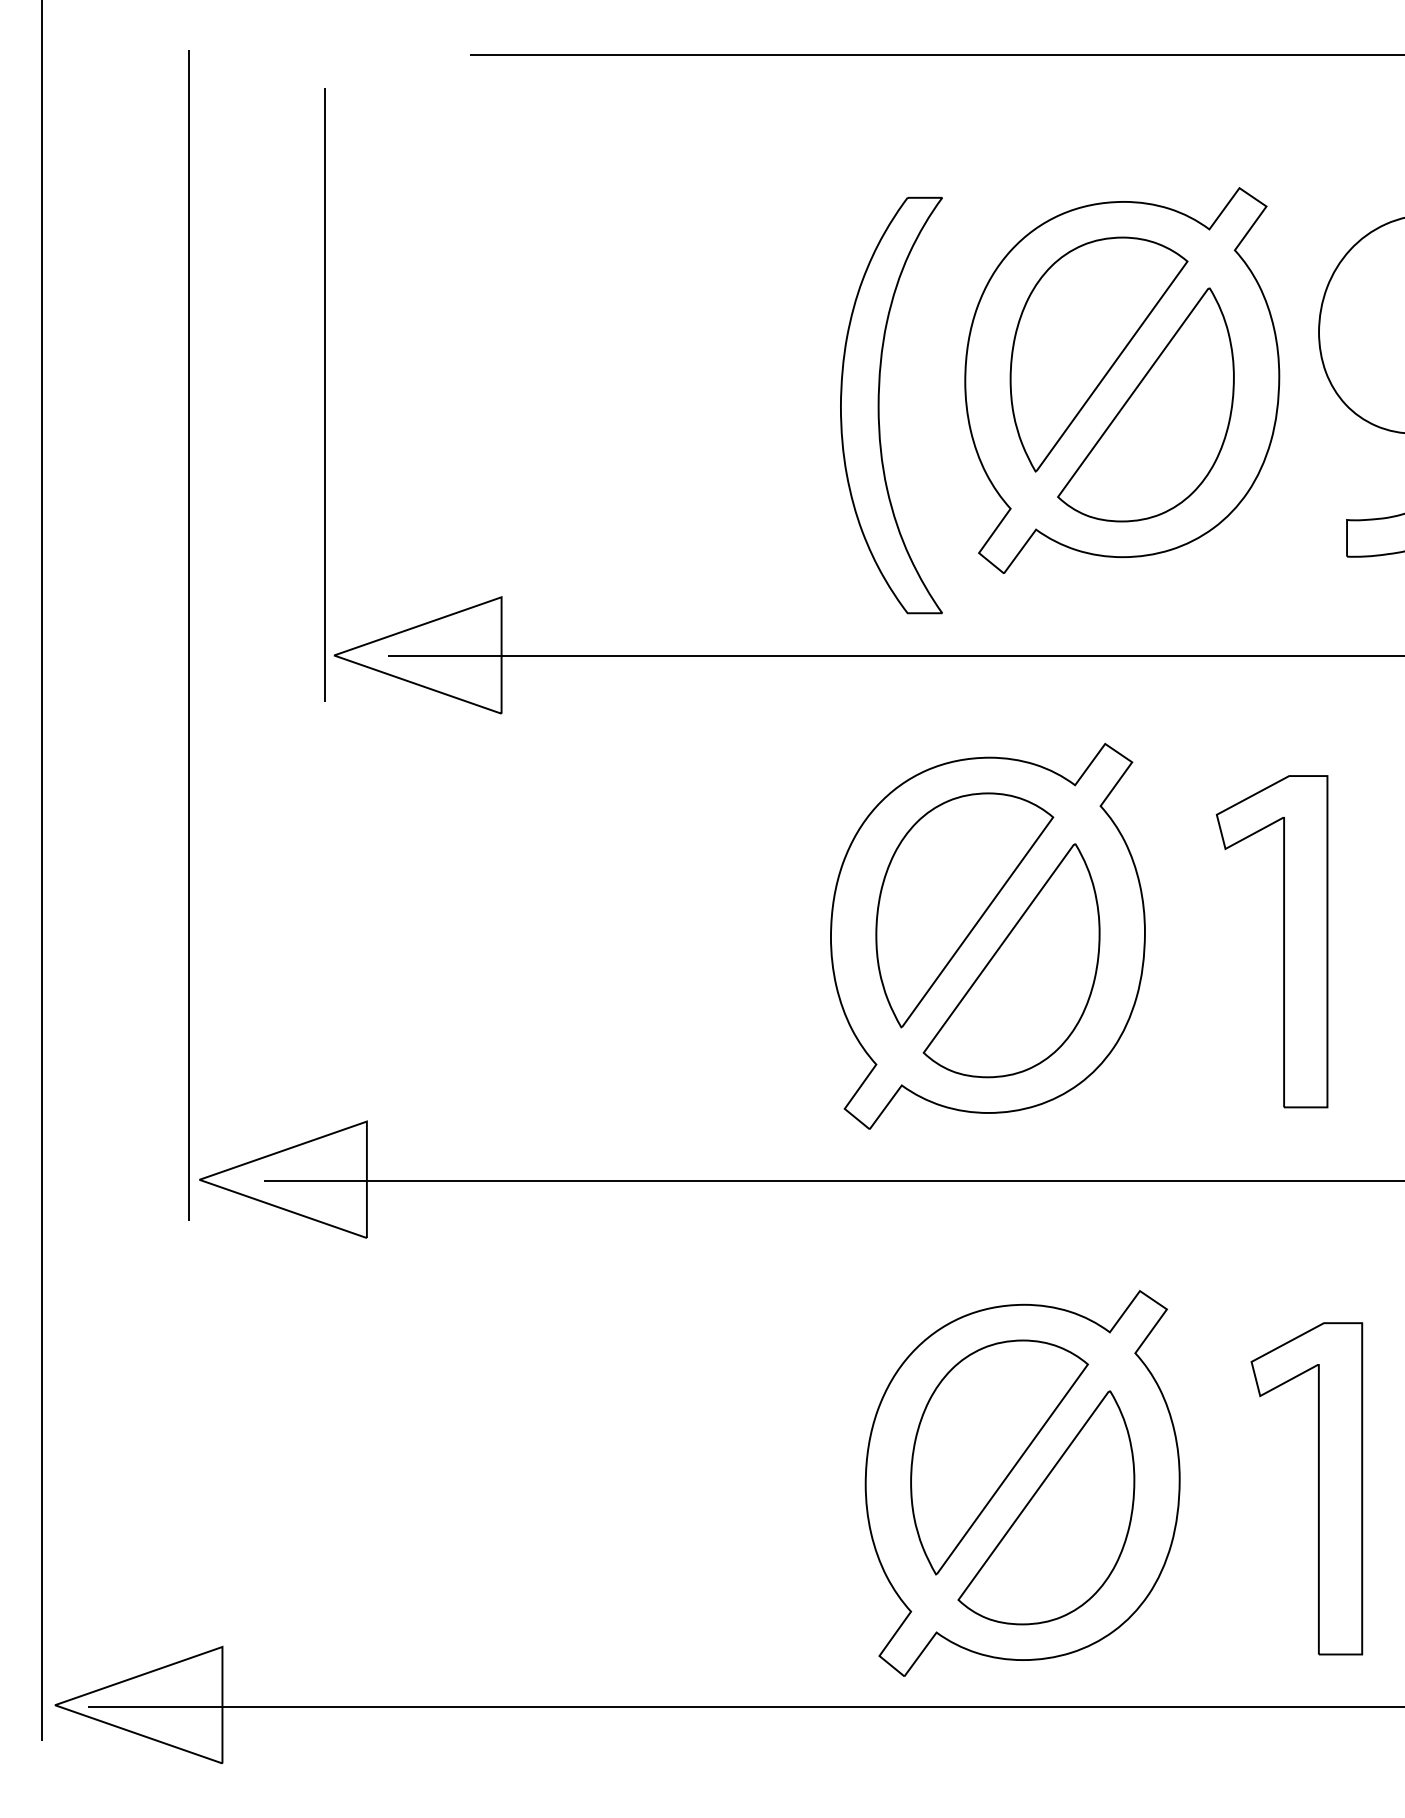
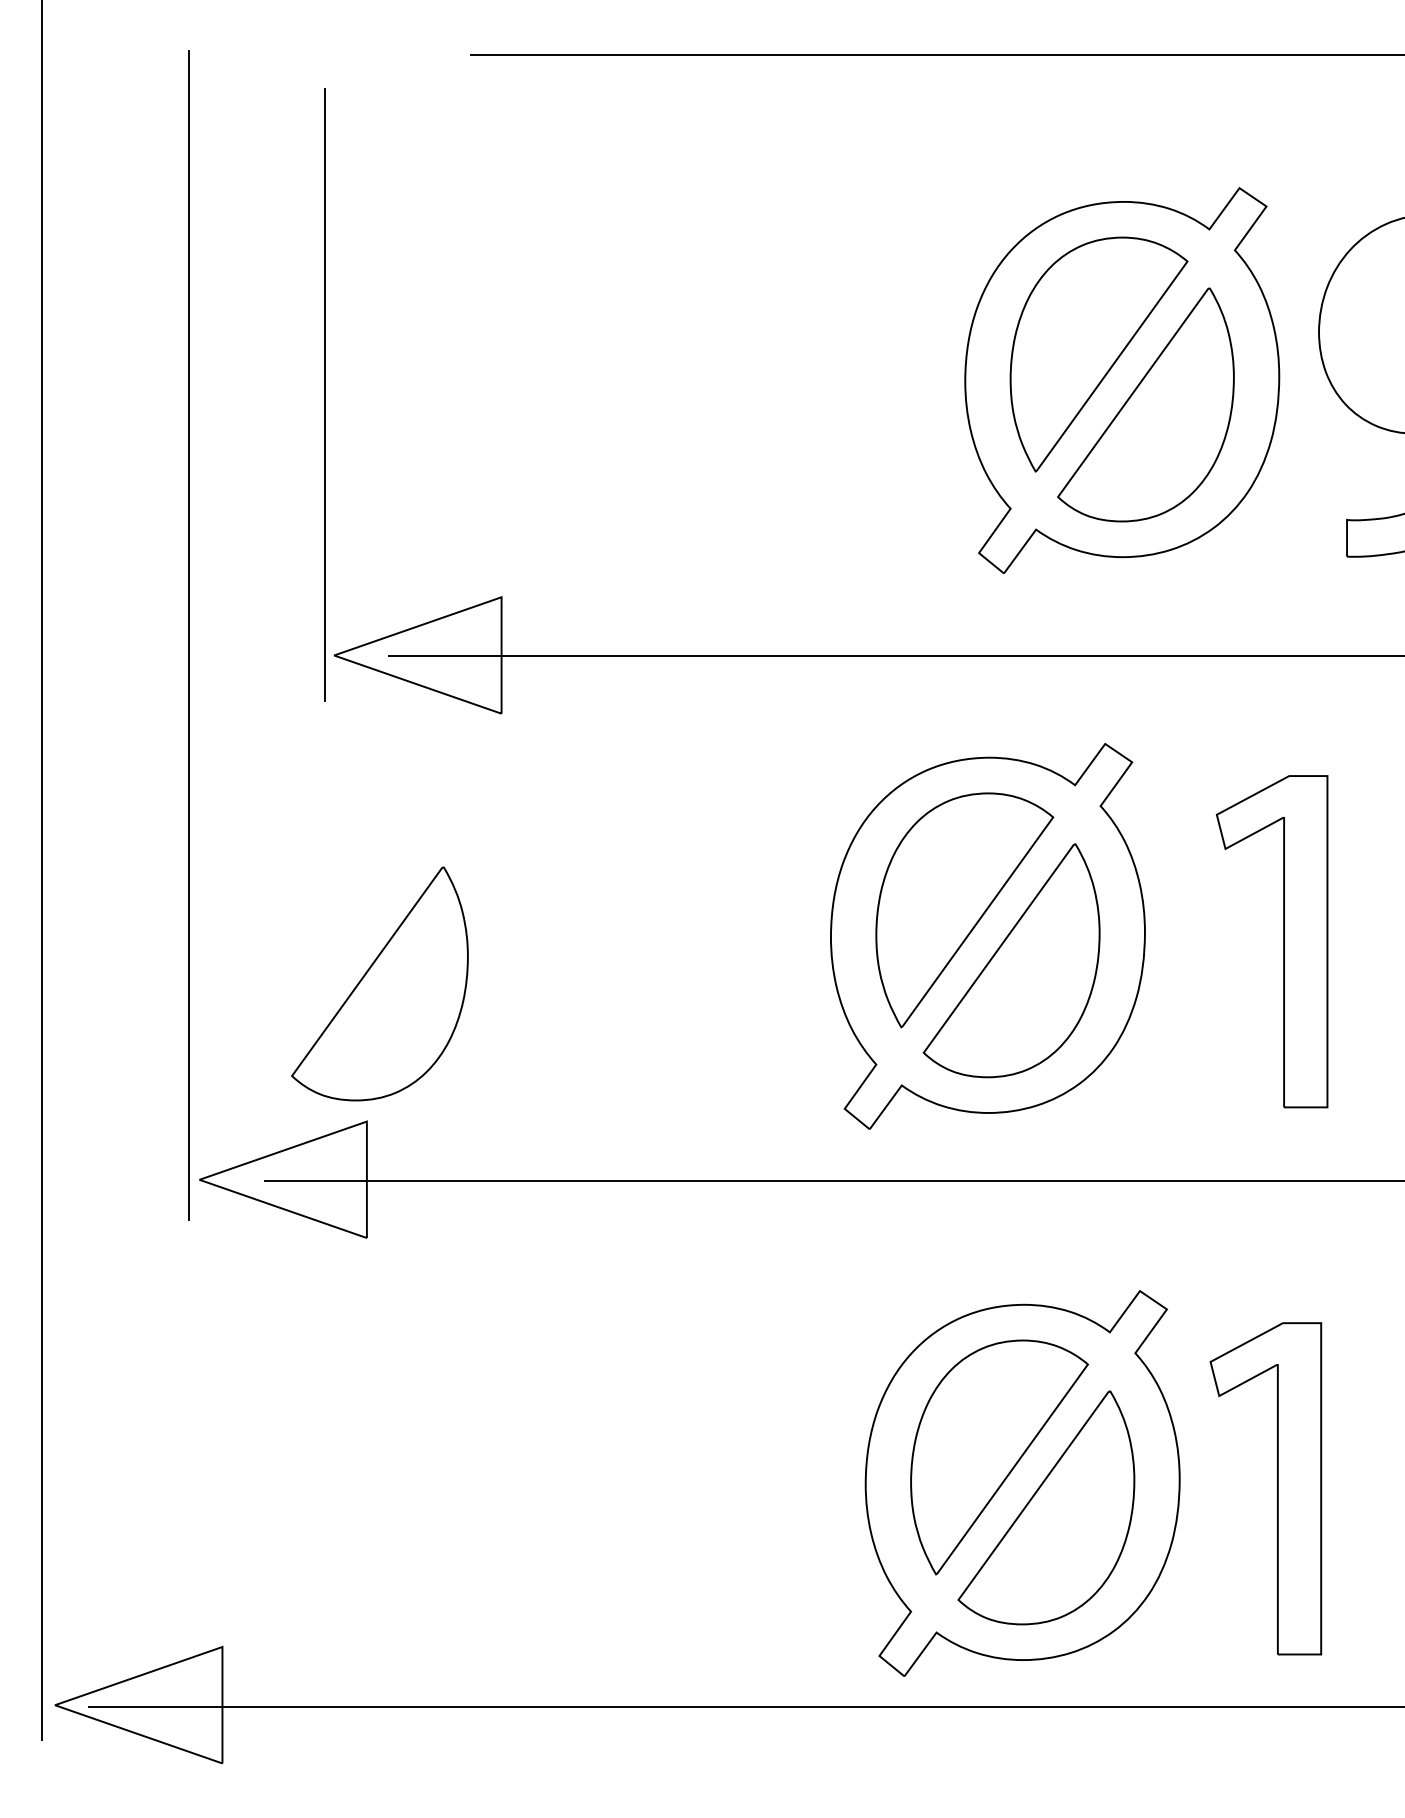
part at (879, 405): present -> none
part at (379, 983): none -> present
part at (1318, 1488) position: (1318, 1488) -> (1277, 1488)
